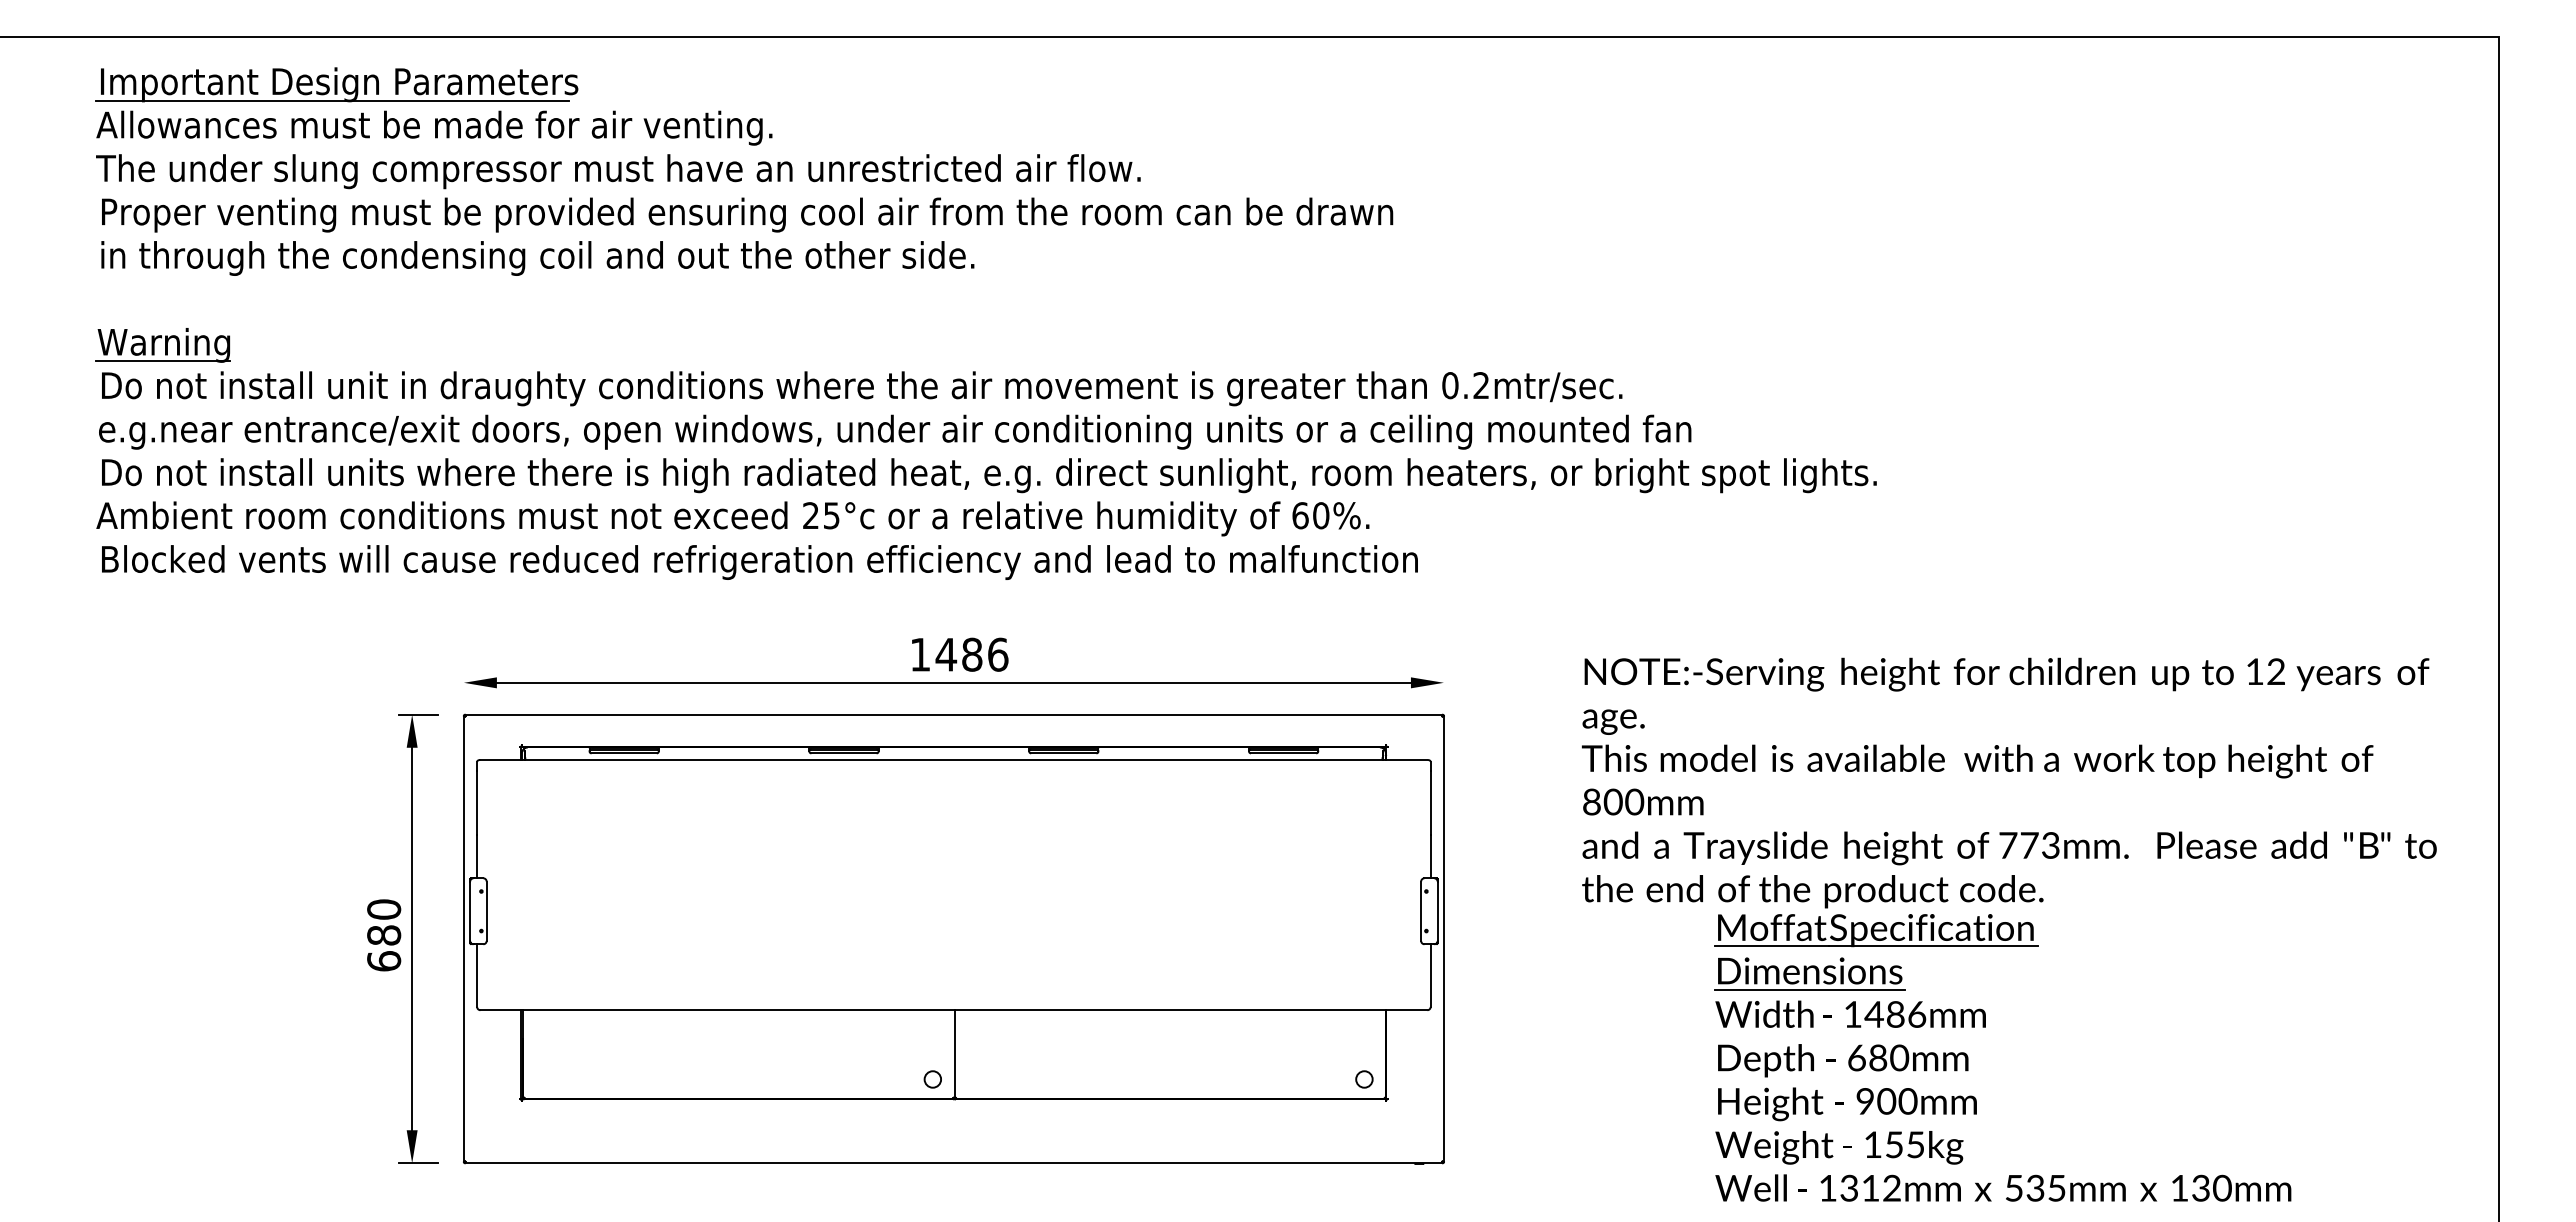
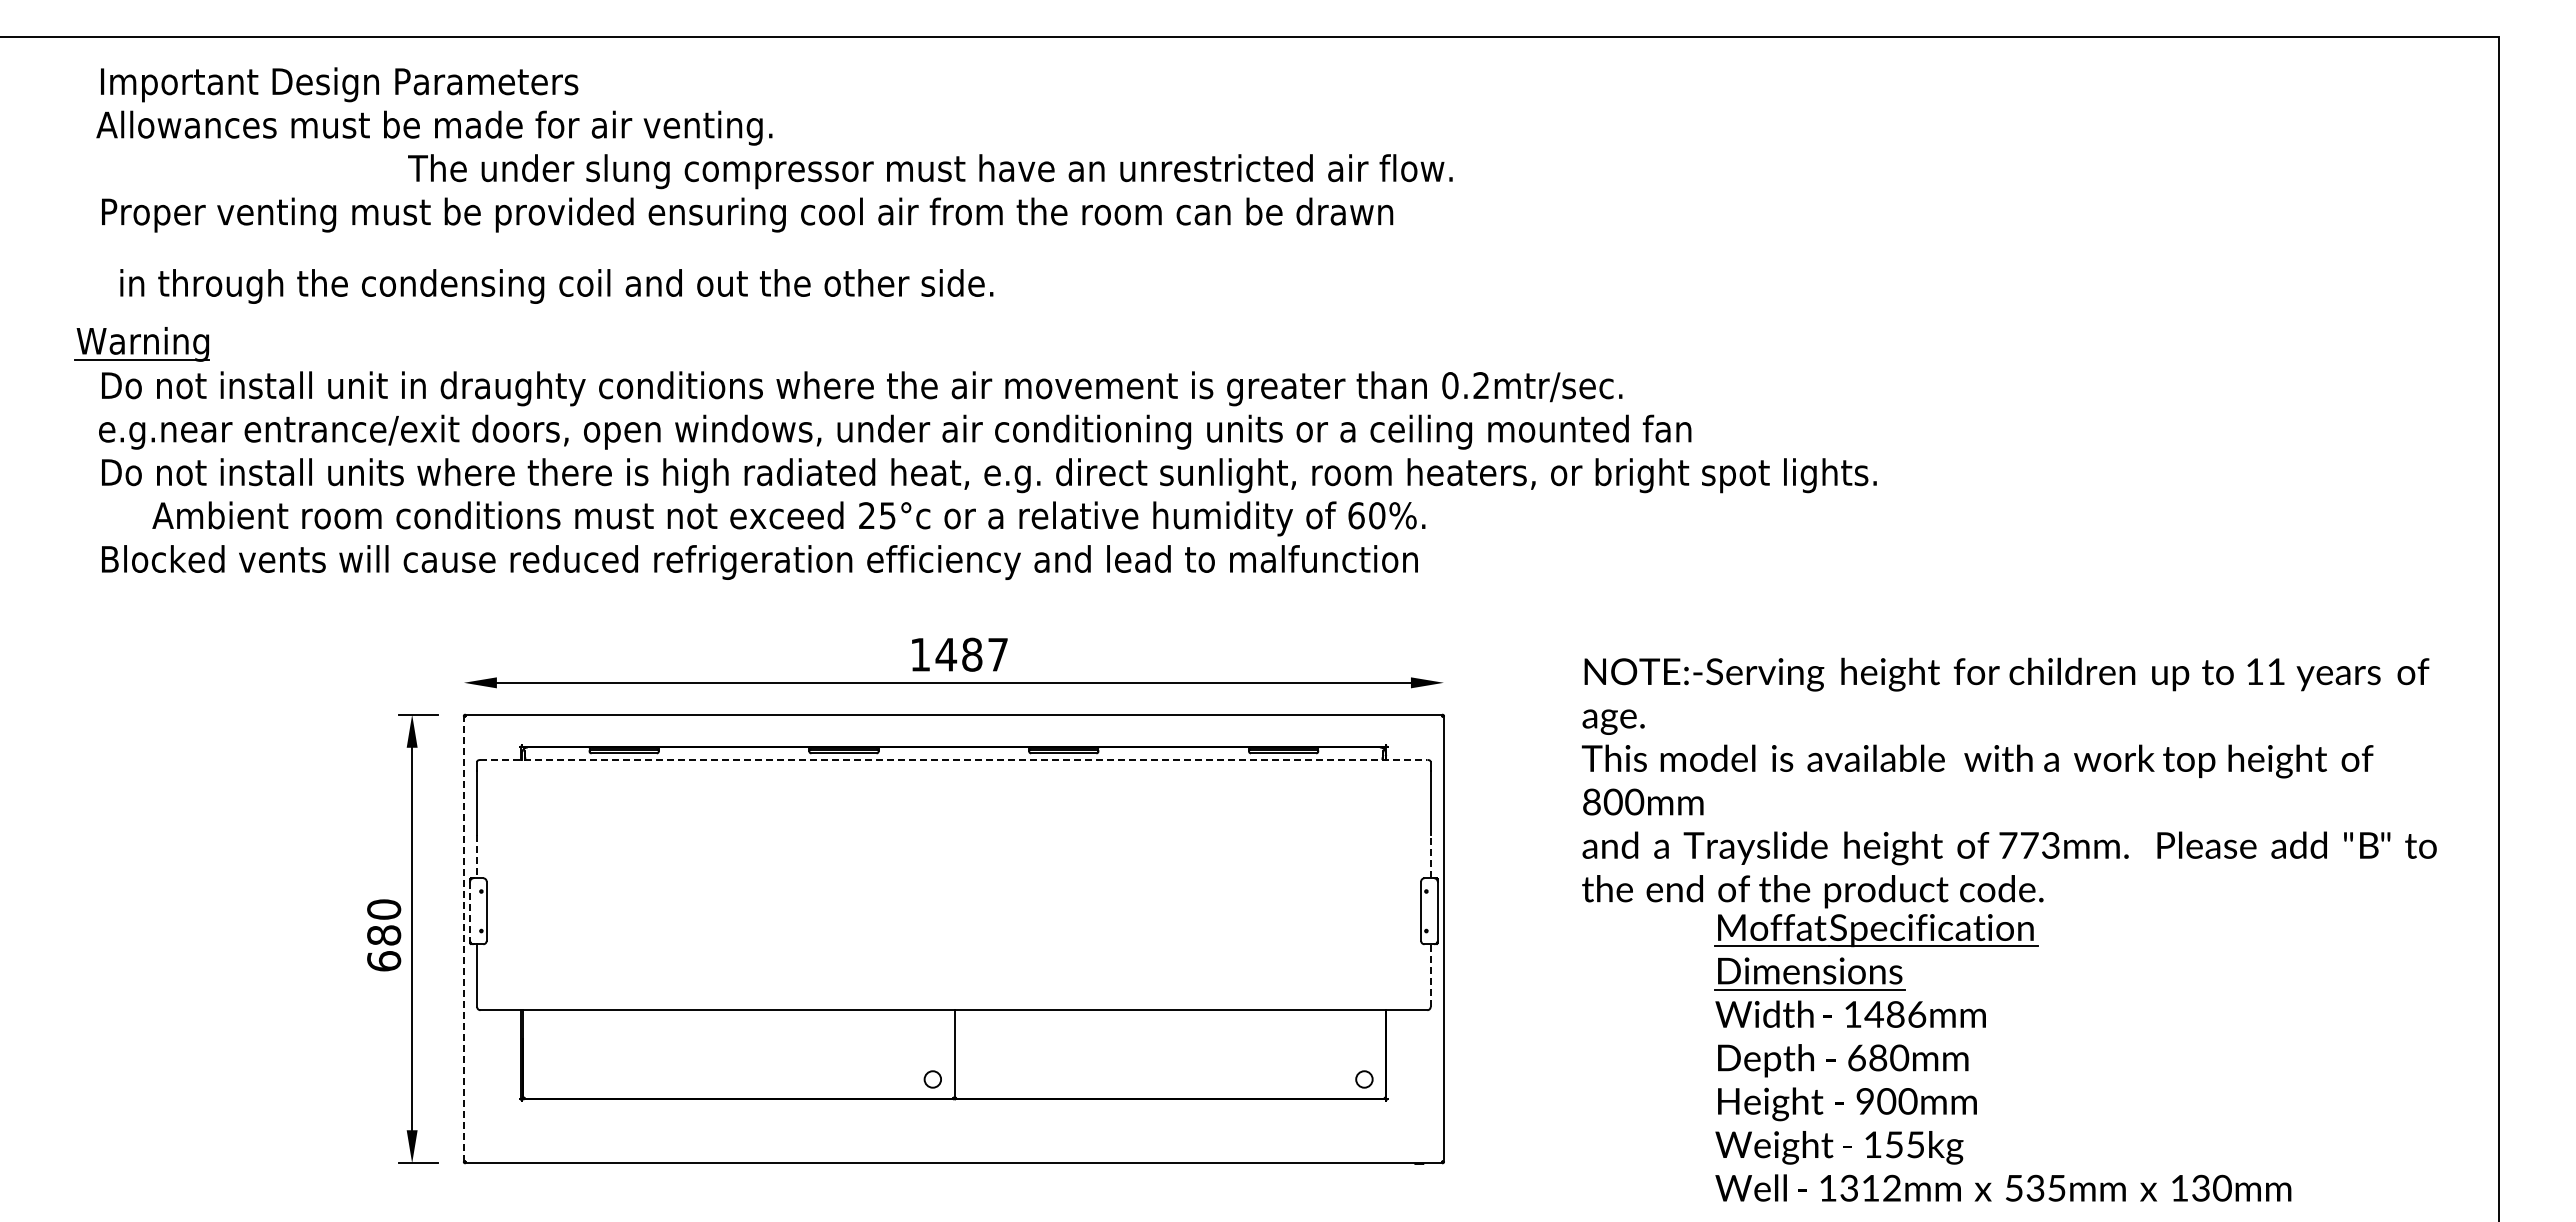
line at (332, 100): present -> none
text at (618, 171) position: (618, 171) -> (930, 171)
text at (537, 258) position: (537, 258) -> (556, 286)
part at (162, 345) position: (162, 345) -> (141, 344)
text at (732, 518) position: (732, 518) -> (788, 518)
text at (998, 654): 1486 -> 1487
text at (2275, 671): 12 -> 11
line at (954, 759): solid -> dashed
line at (1430, 856): solid -> dashed
line at (477, 857): solid -> dashed
line at (470, 911): solid -> dashed
line at (463, 938): solid -> dashed
line at (1430, 975): solid -> dashed
